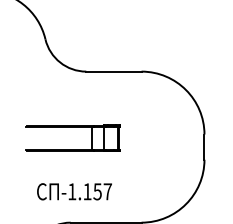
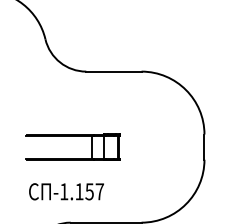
part at (72, 127) position: (72, 127) -> (72, 136)
text at (74, 191) position: (74, 191) -> (66, 191)
